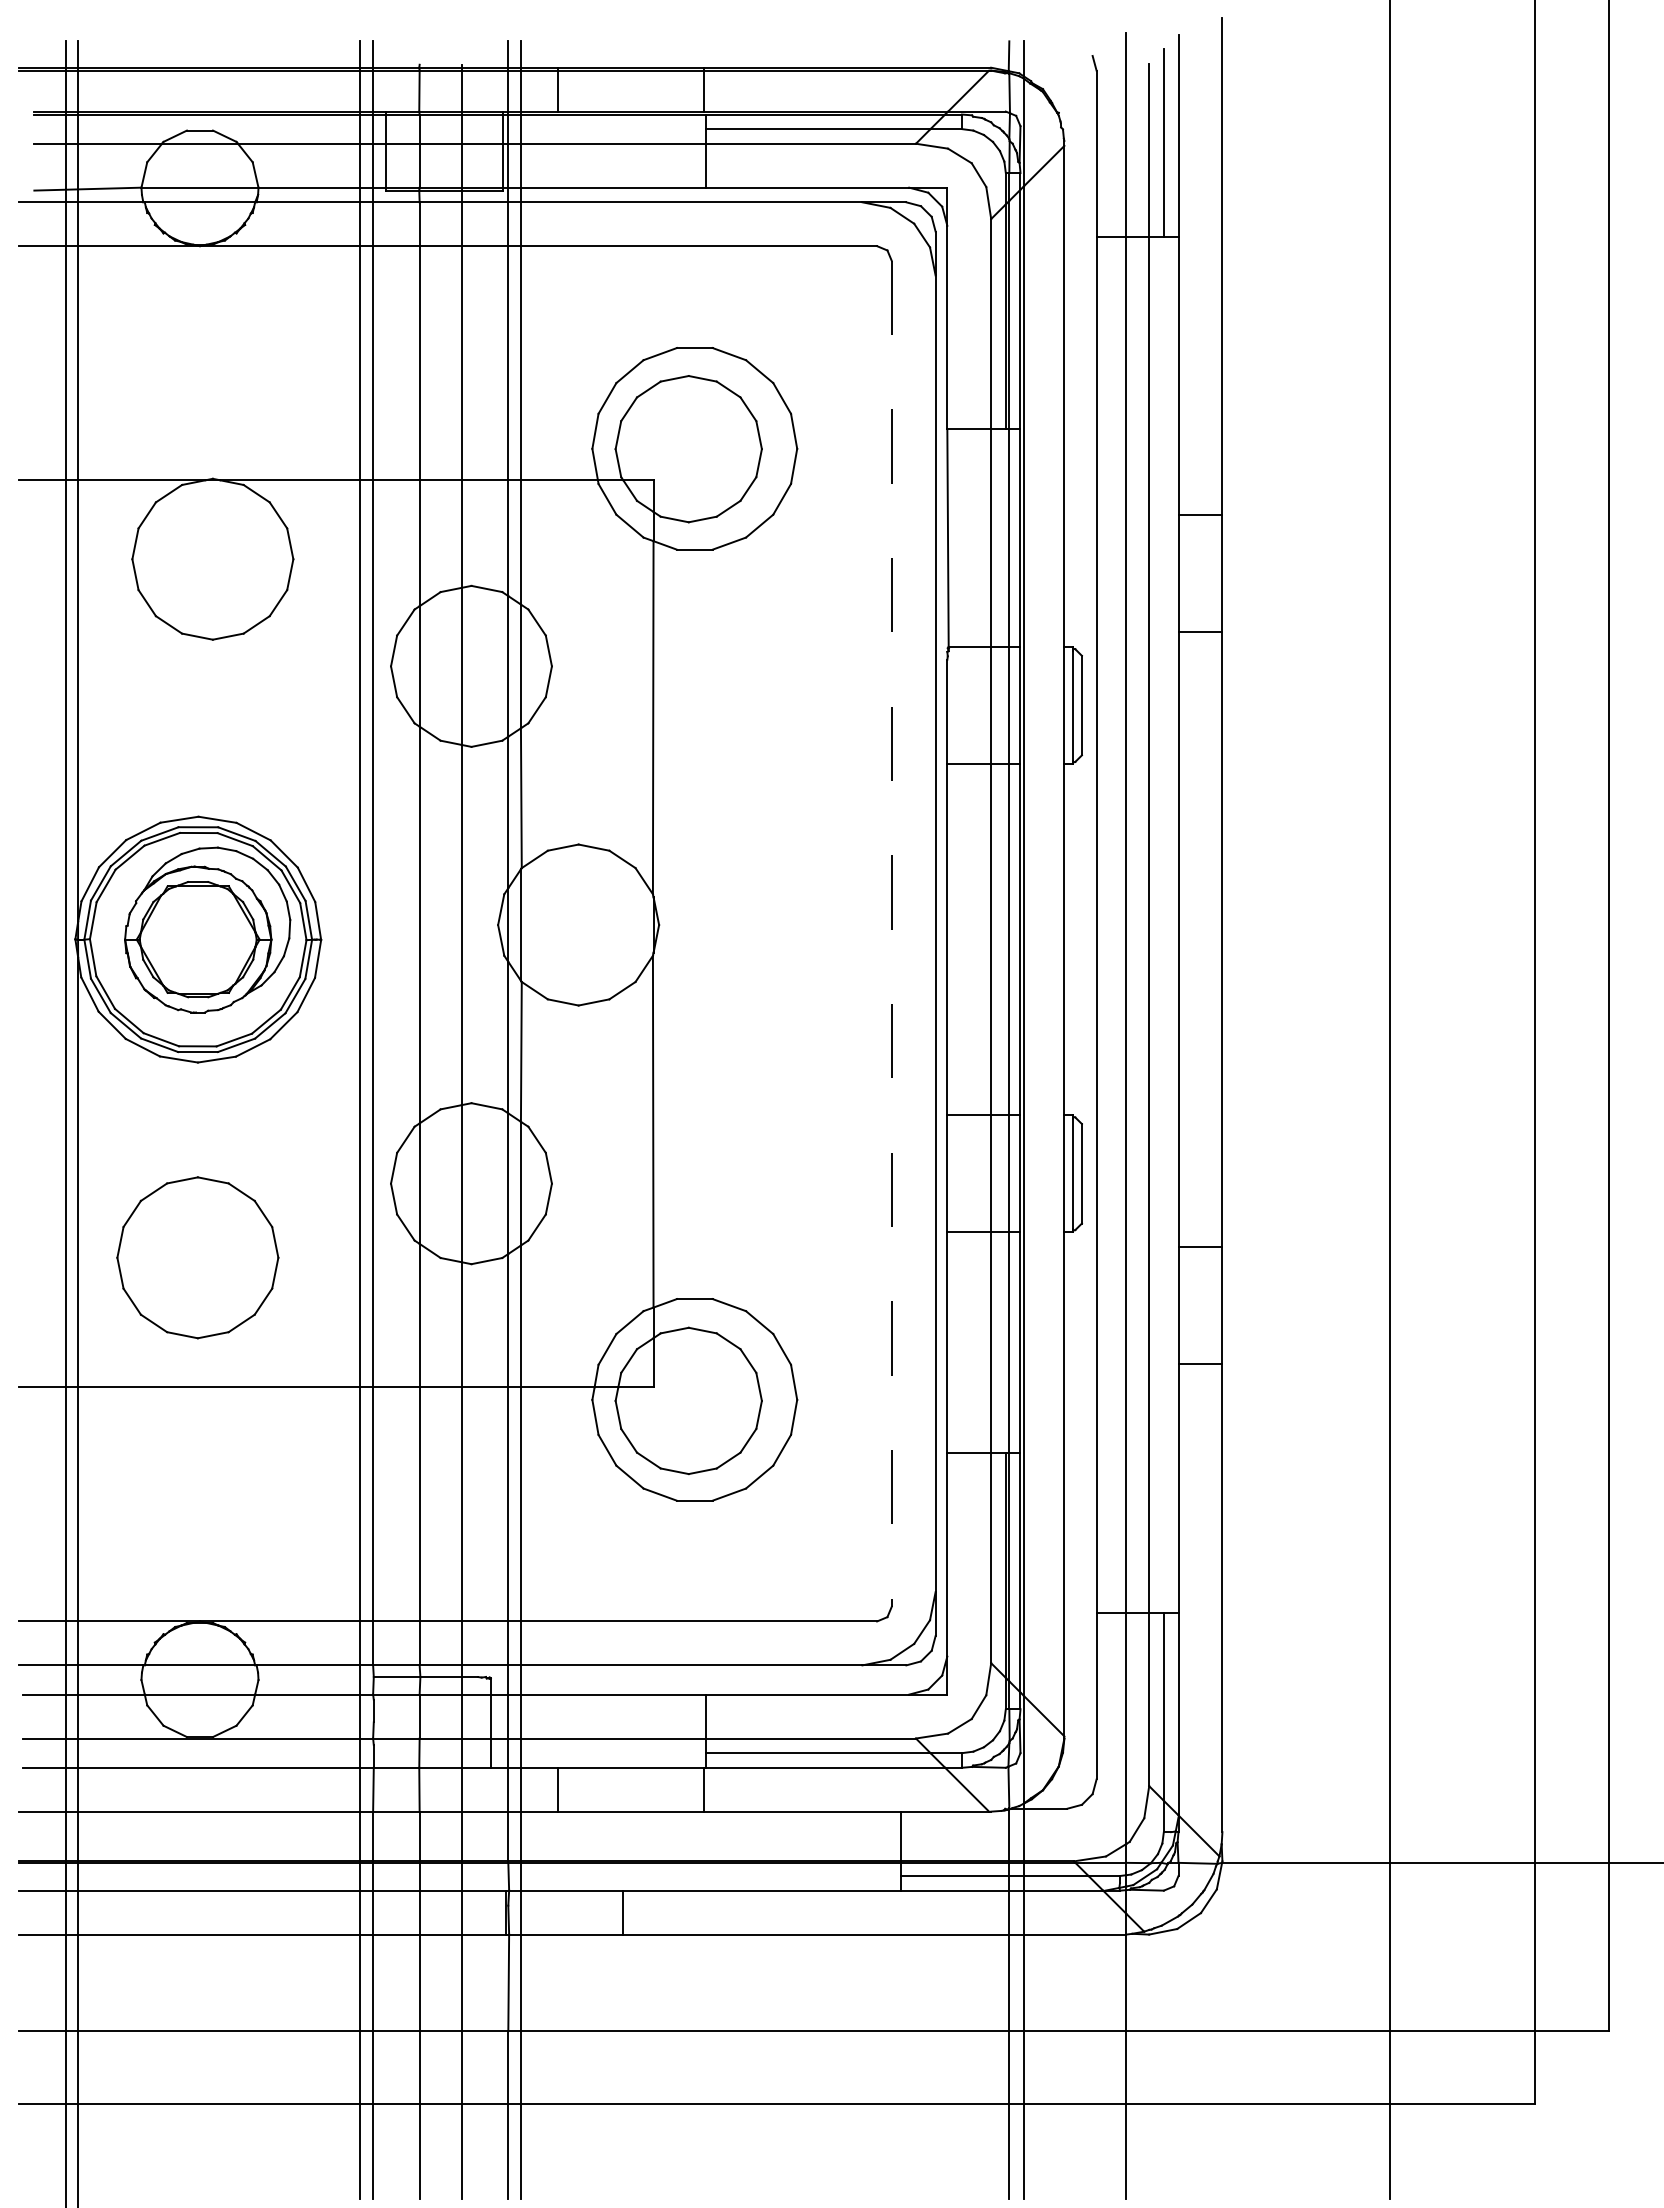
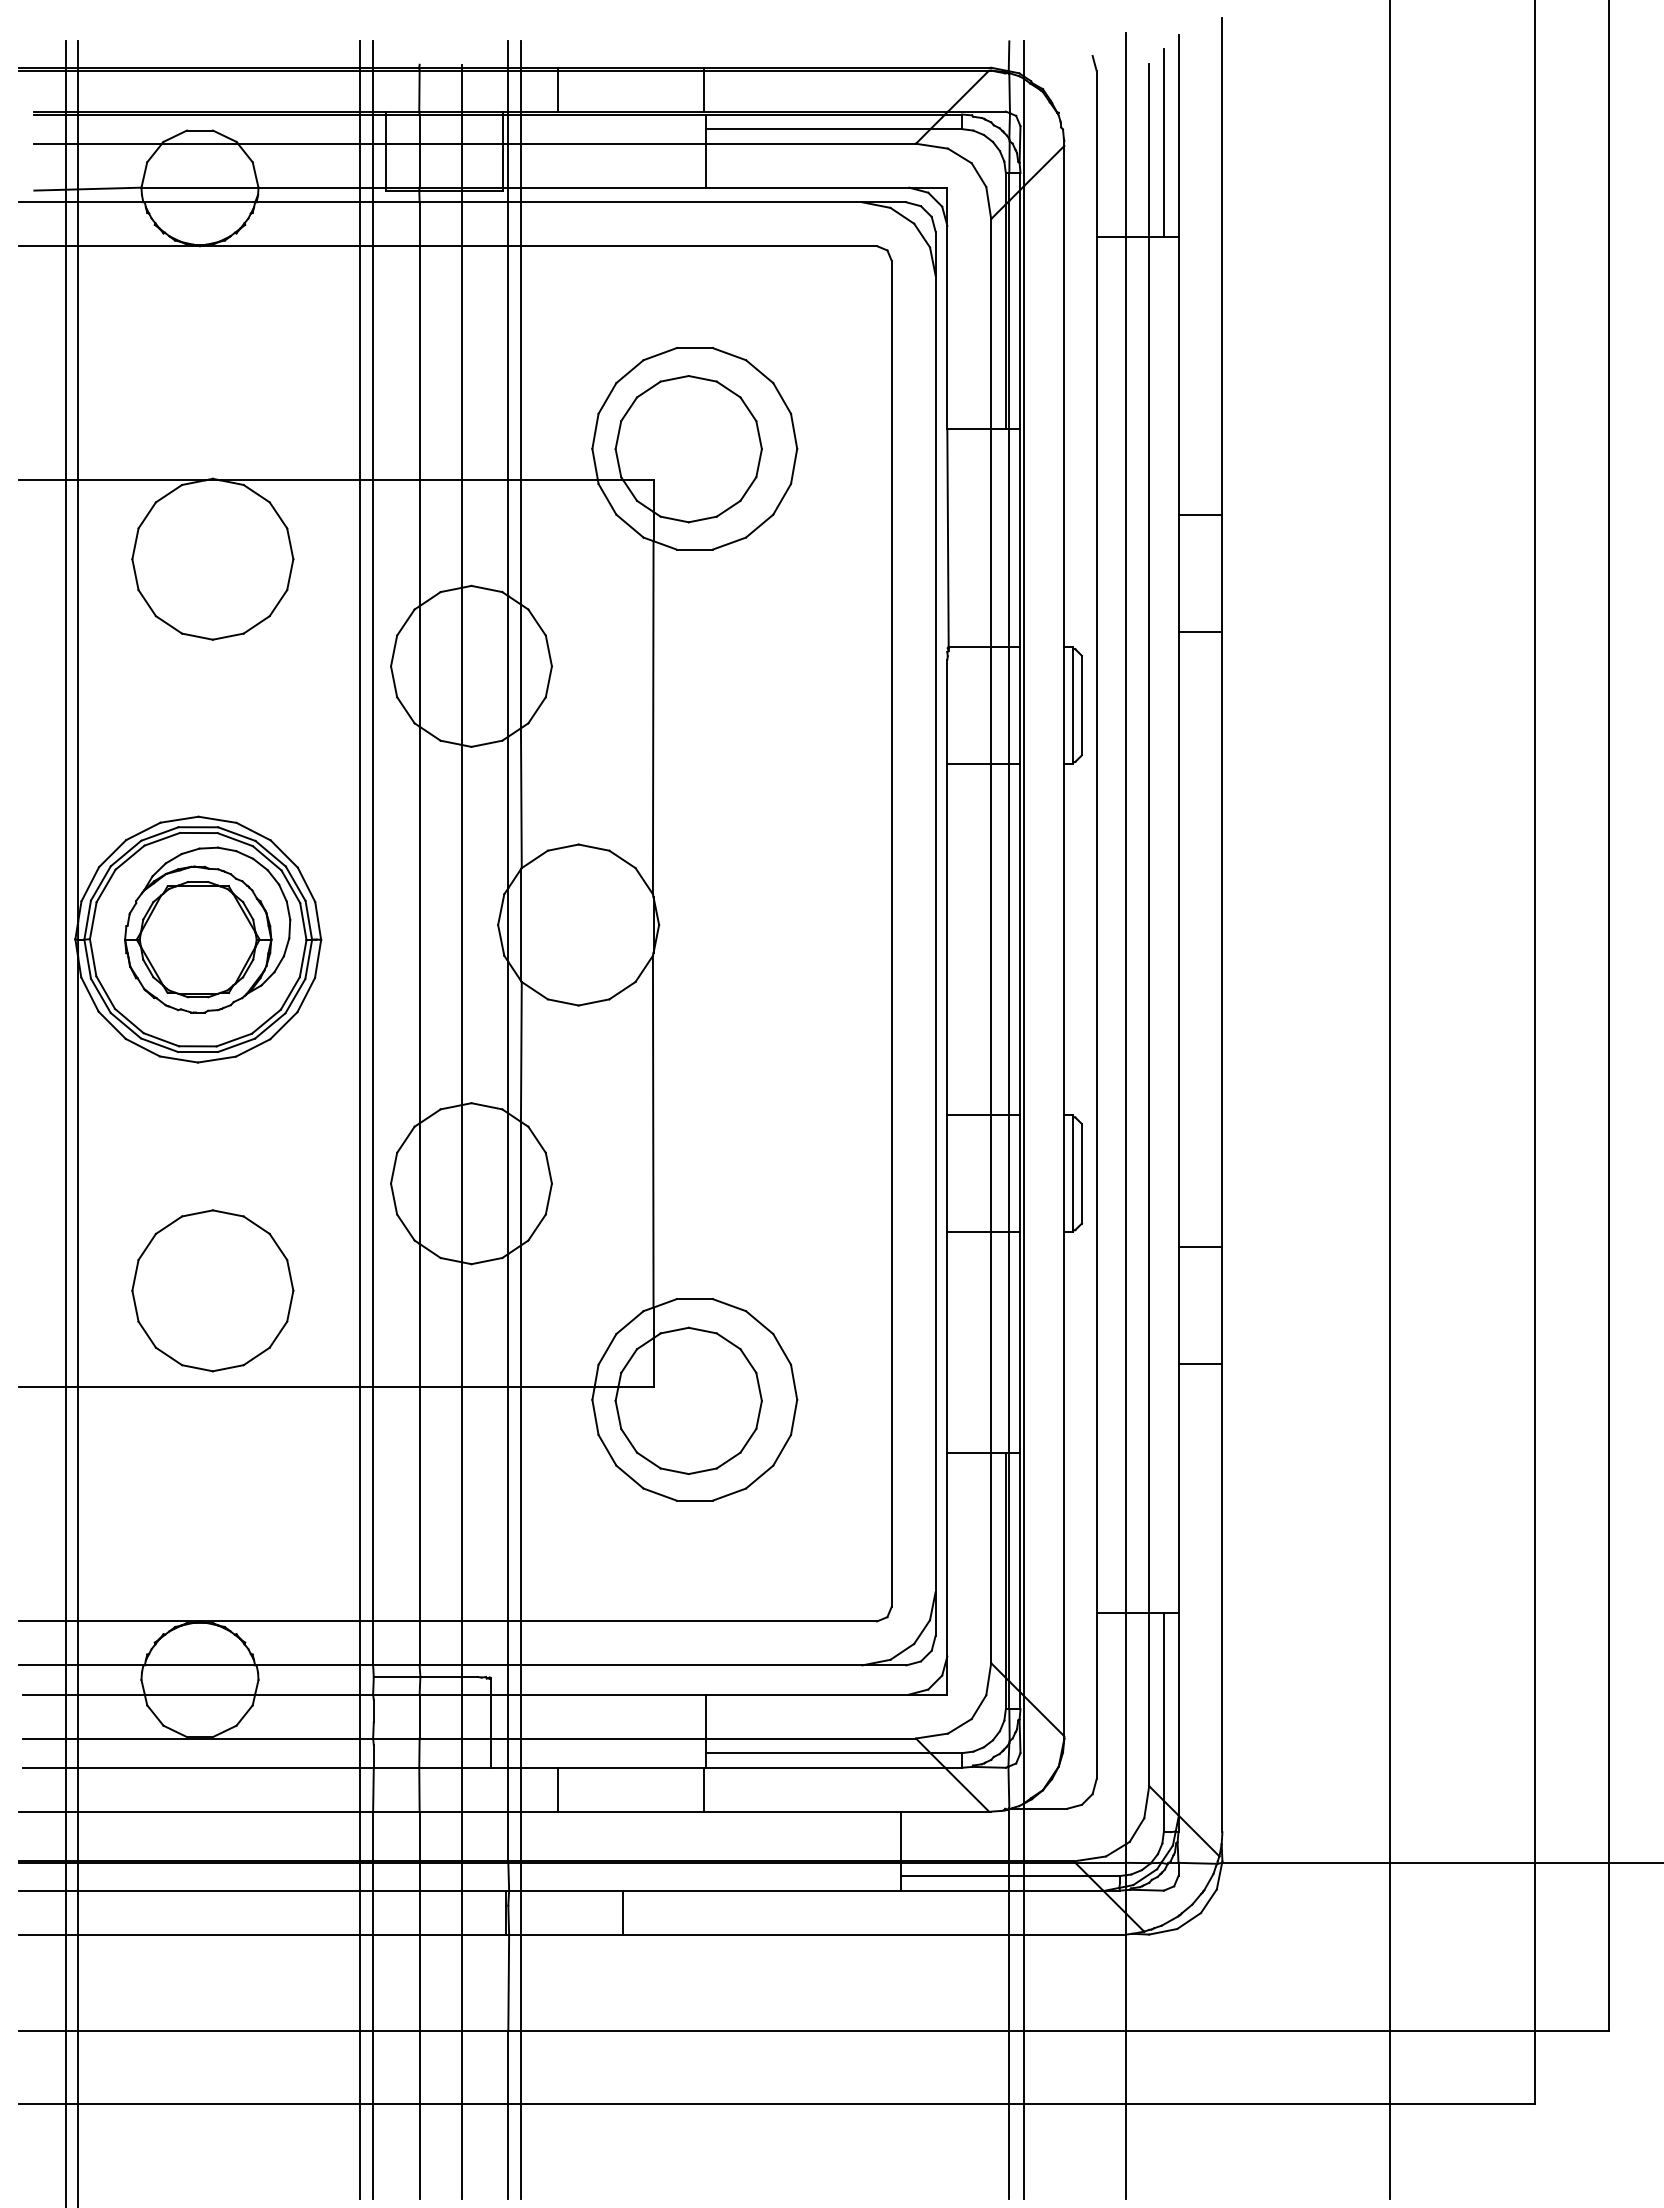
line at (891, 933): dashed -> solid
part at (197, 1257) position: (197, 1257) -> (212, 1290)
